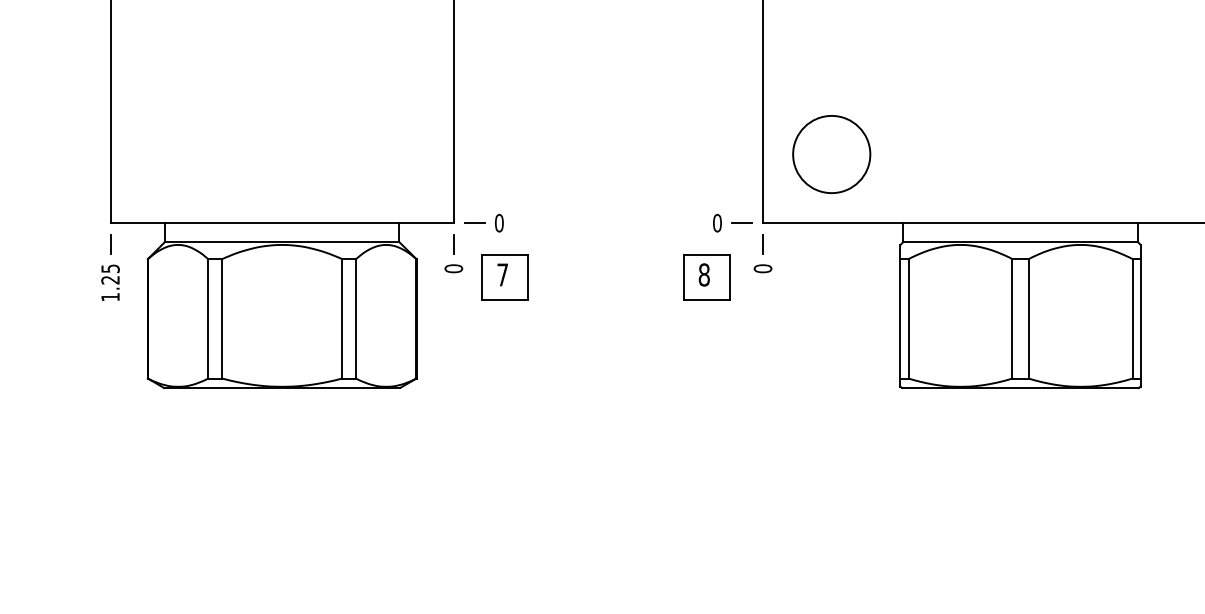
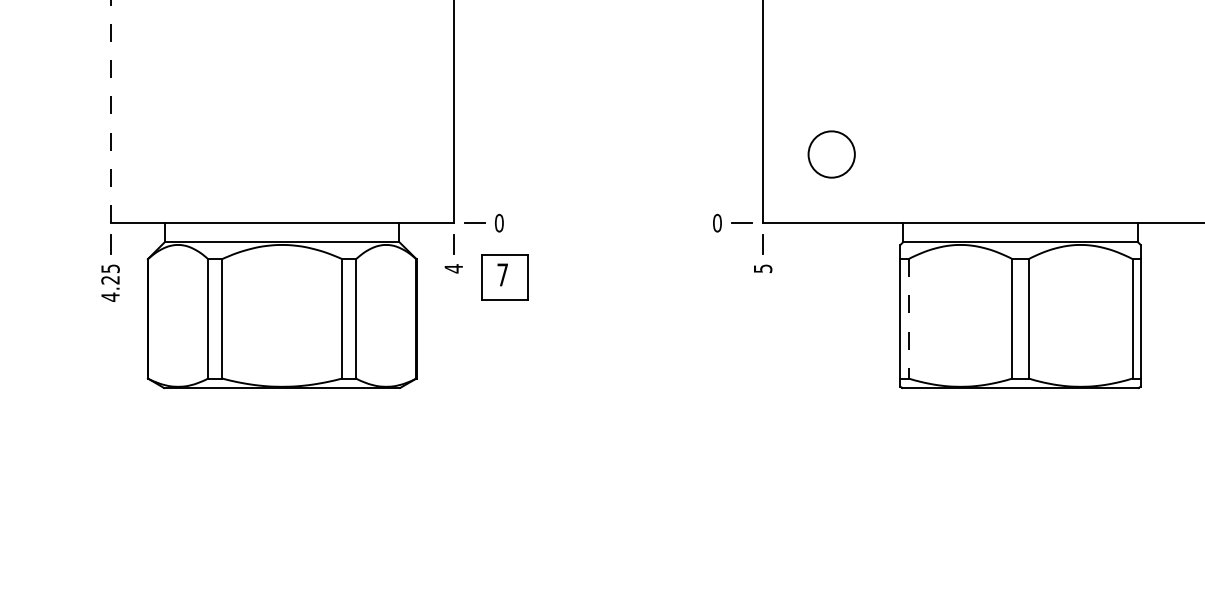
line at (110, 111): solid -> dashed
circle at (831, 154) diameter: 77 px -> 46 px
text at (453, 268): 0 -> 4
text at (762, 268): 0 -> 5
part at (706, 277): present -> none
text at (110, 296): 1.25 -> 4.25
line at (908, 318): solid -> dashed
